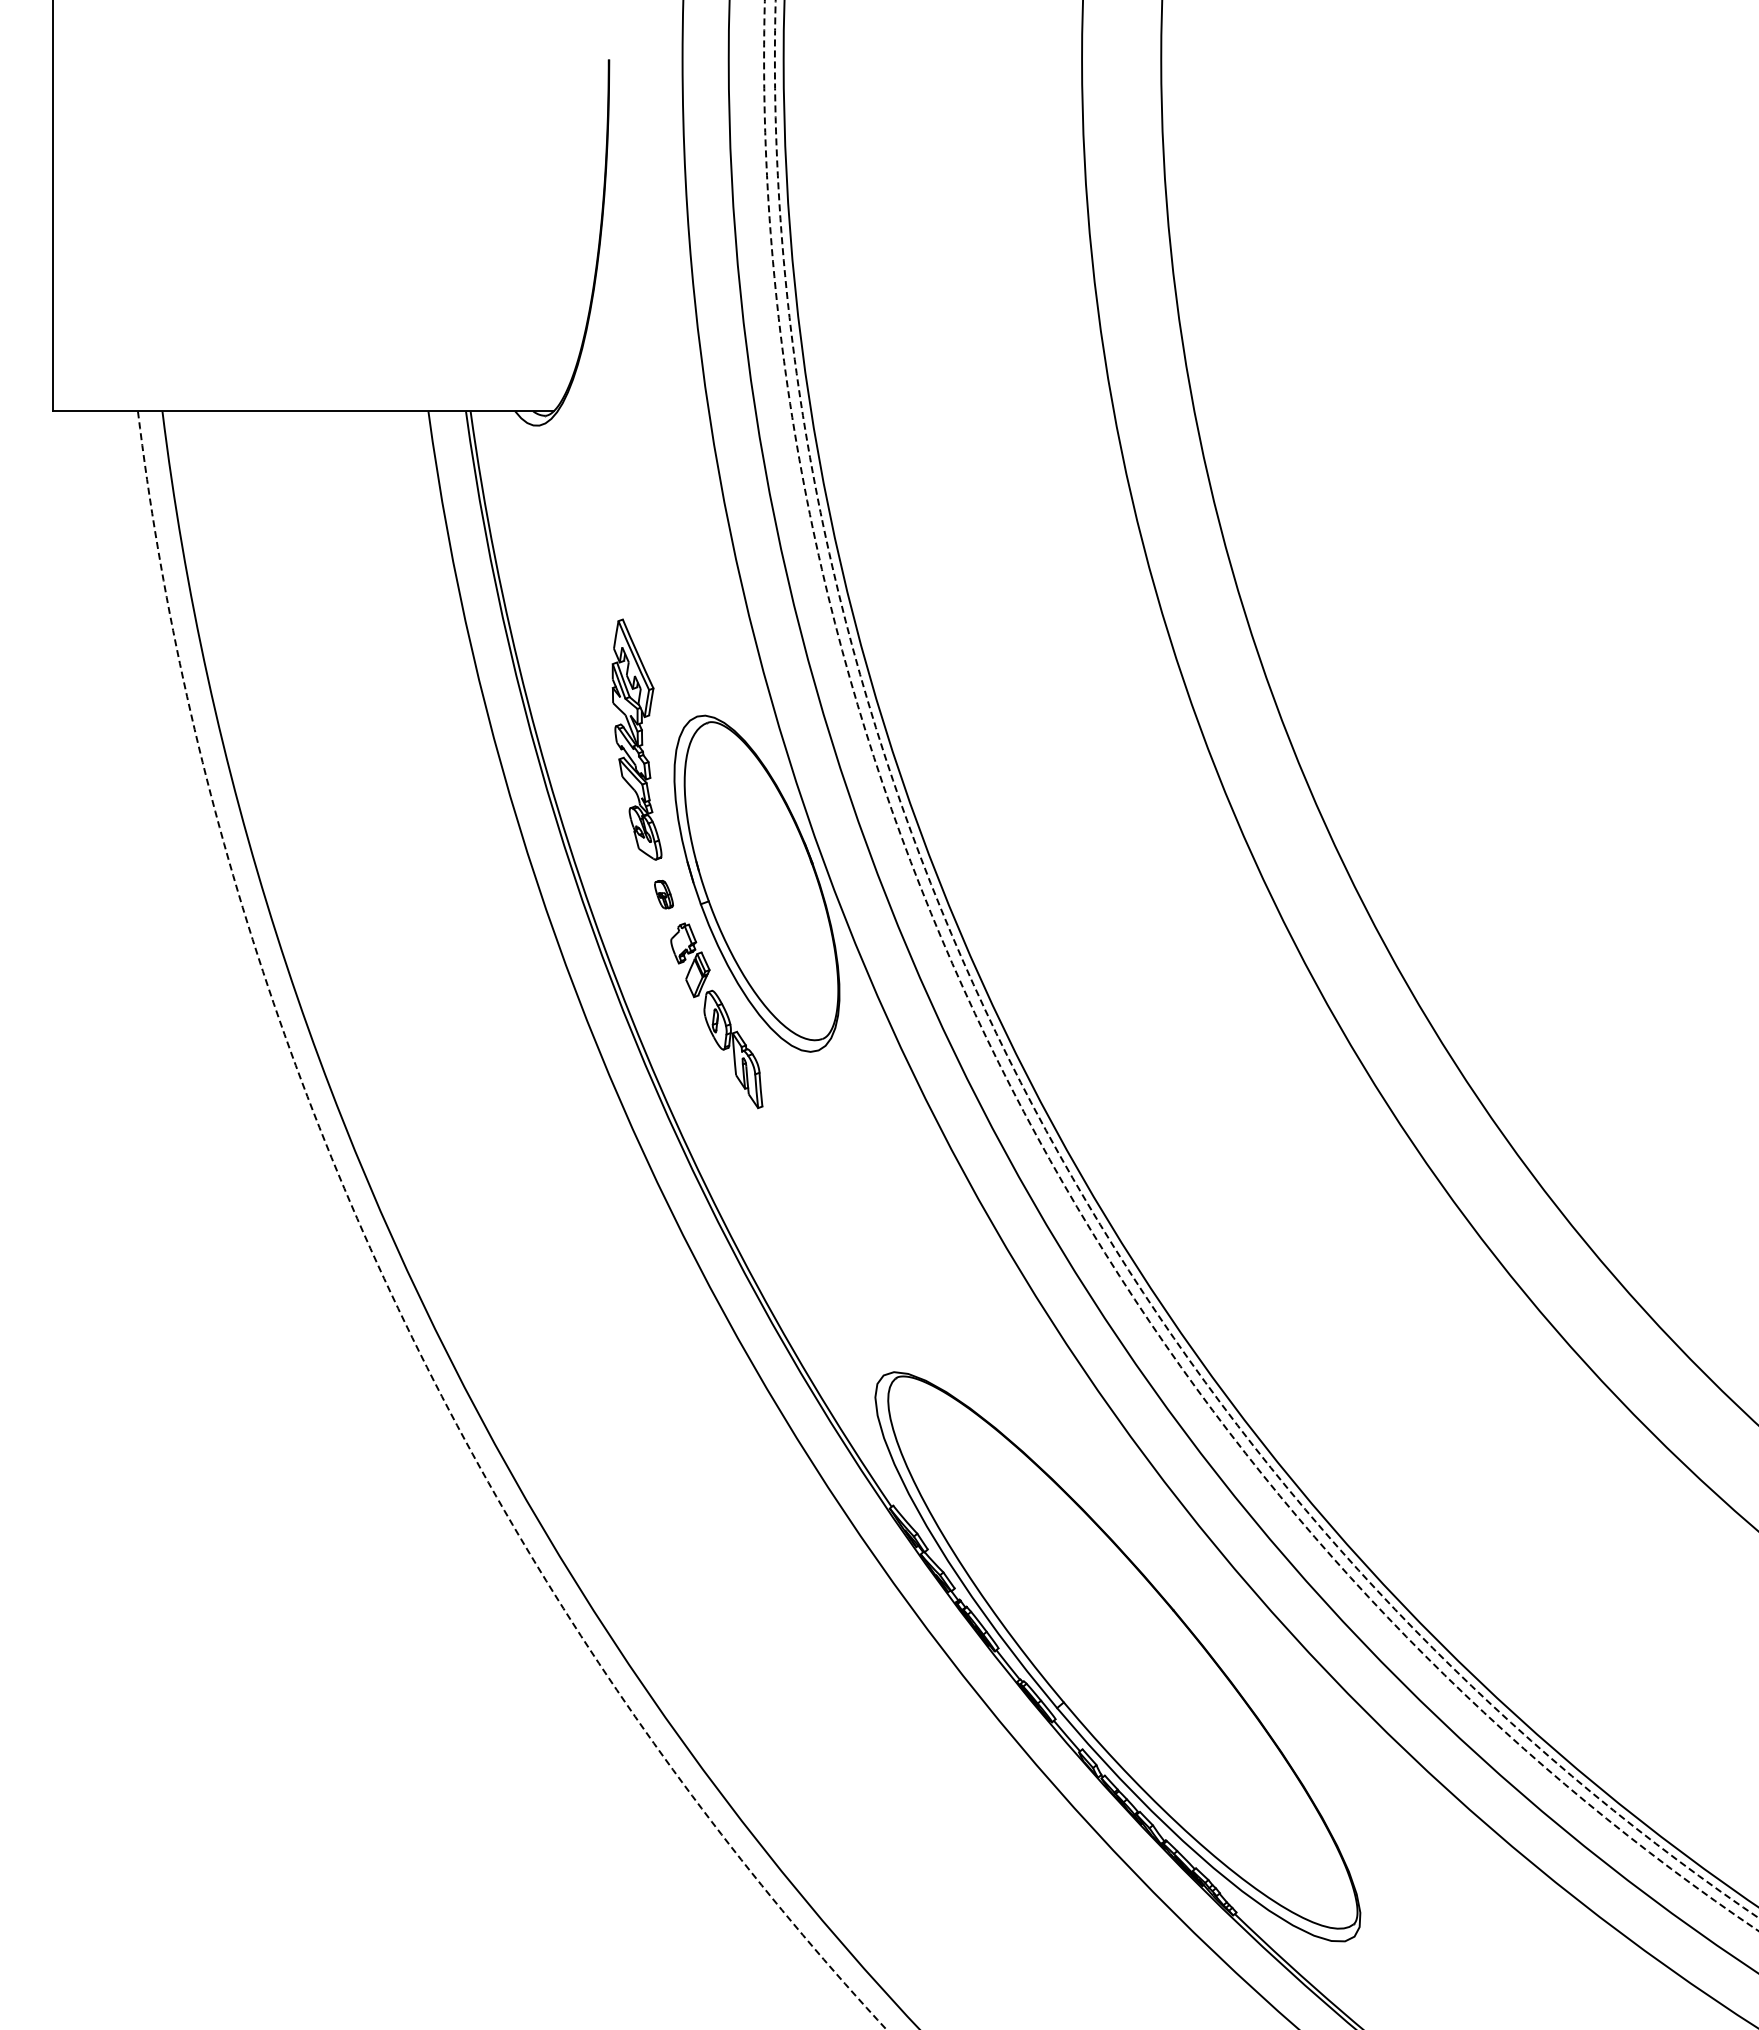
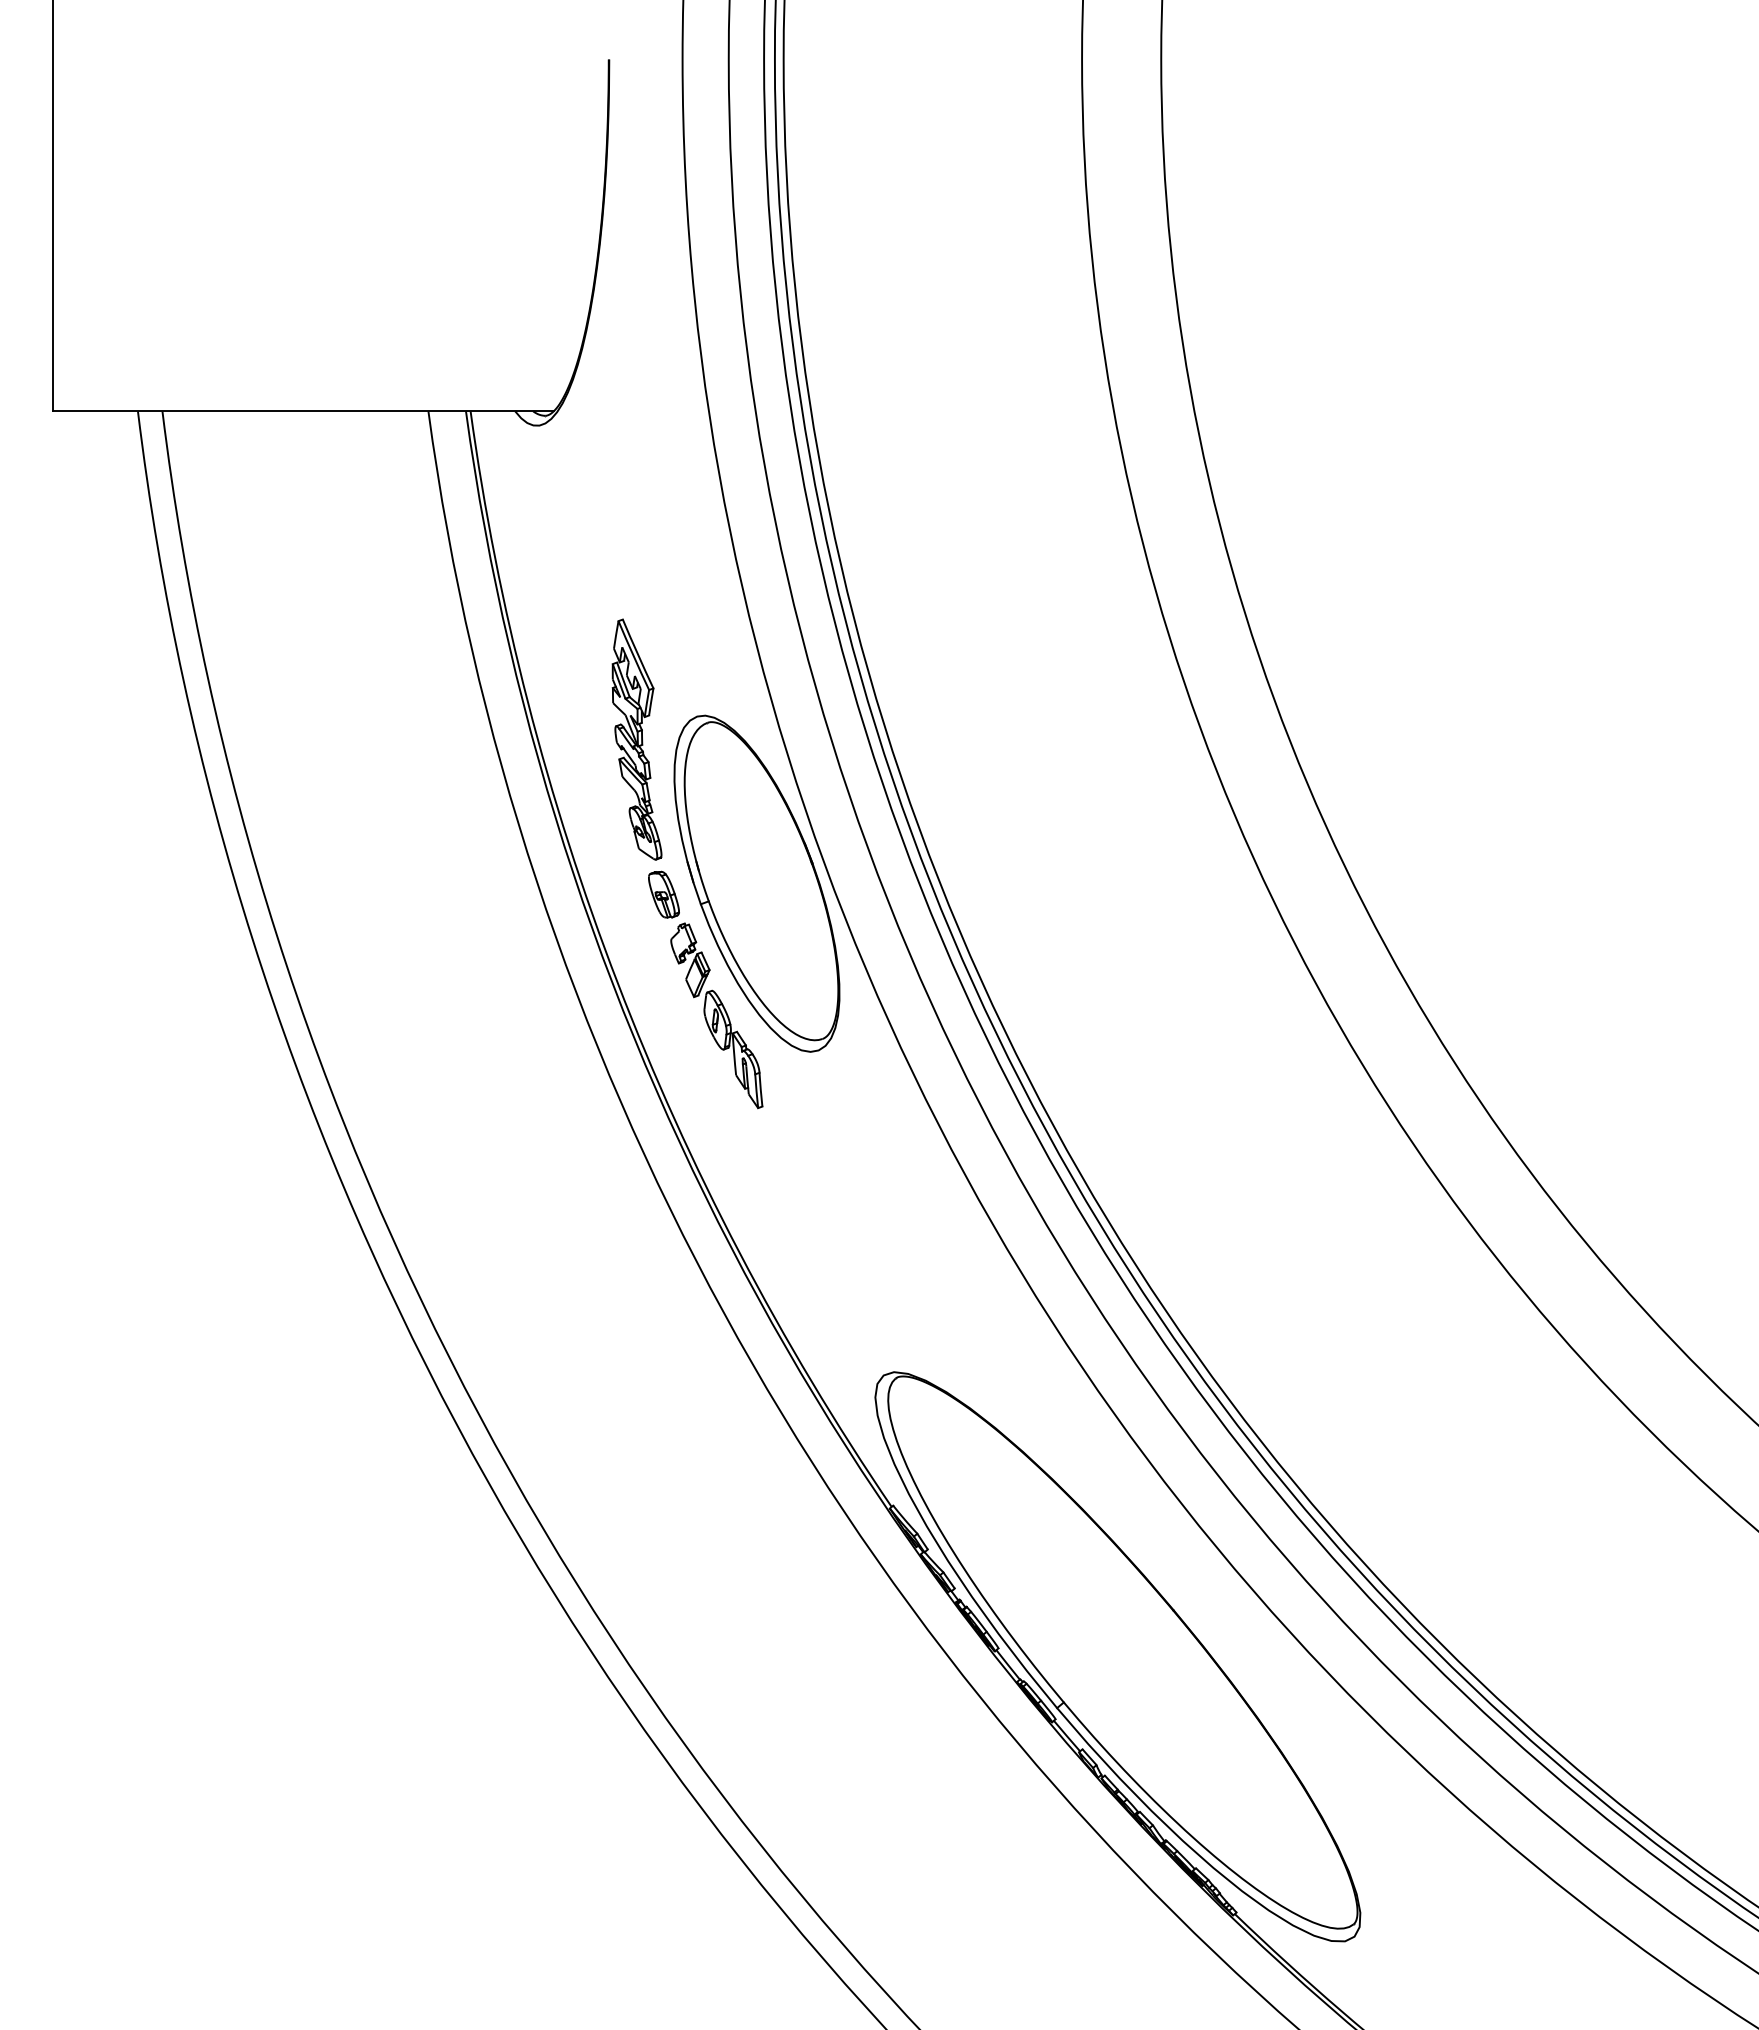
part at (663, 894) size: 20x31 px -> 32x49 px
circle at (1266, 958): dashed -> solid
circle at (1261, 965): dashed -> solid
arc at (384, 1279): dashed -> solid
